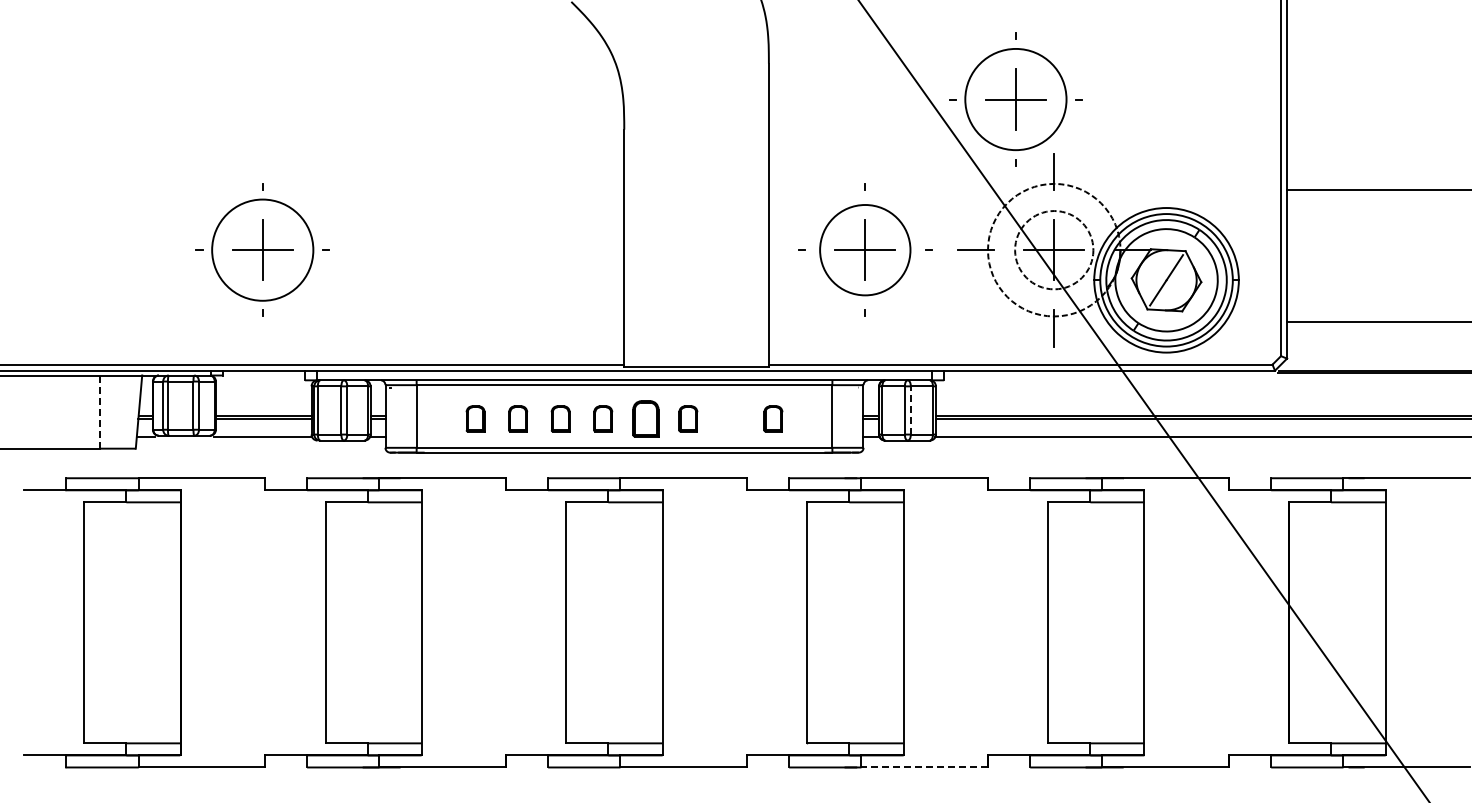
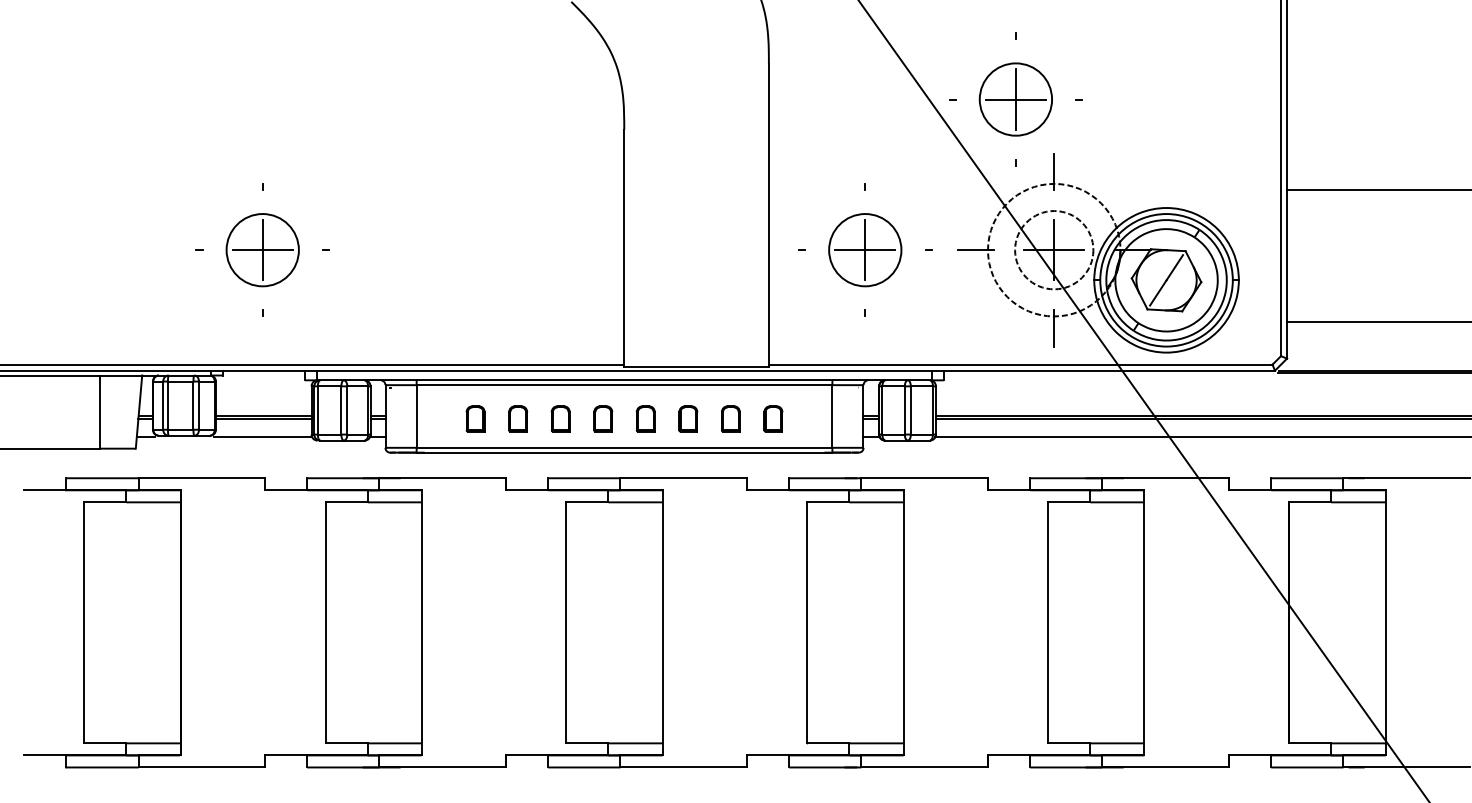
circle at (1015, 99) diameter: 101 px -> 72 px
circle at (262, 249) diameter: 101 px -> 72 px
circle at (865, 250) diameter: 90 px -> 72 px
line at (910, 409): dashed -> solid
line at (100, 412): dashed -> solid
part at (645, 418) size: 28x38 px -> 21x28 px
part at (730, 418): none -> present
line at (924, 767): dashed -> solid
